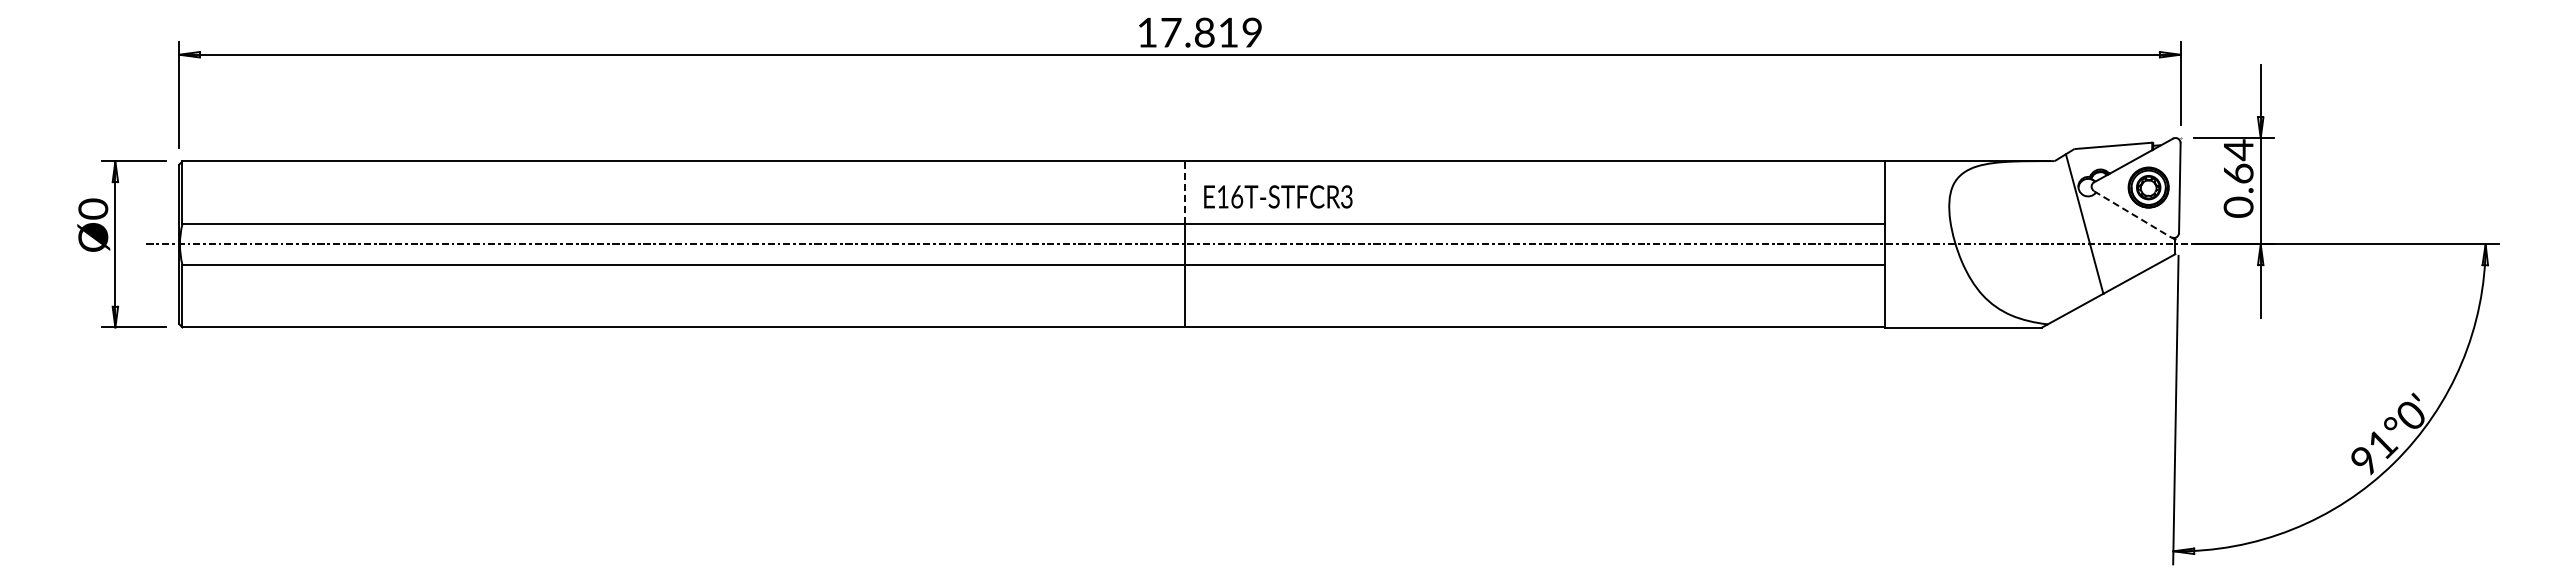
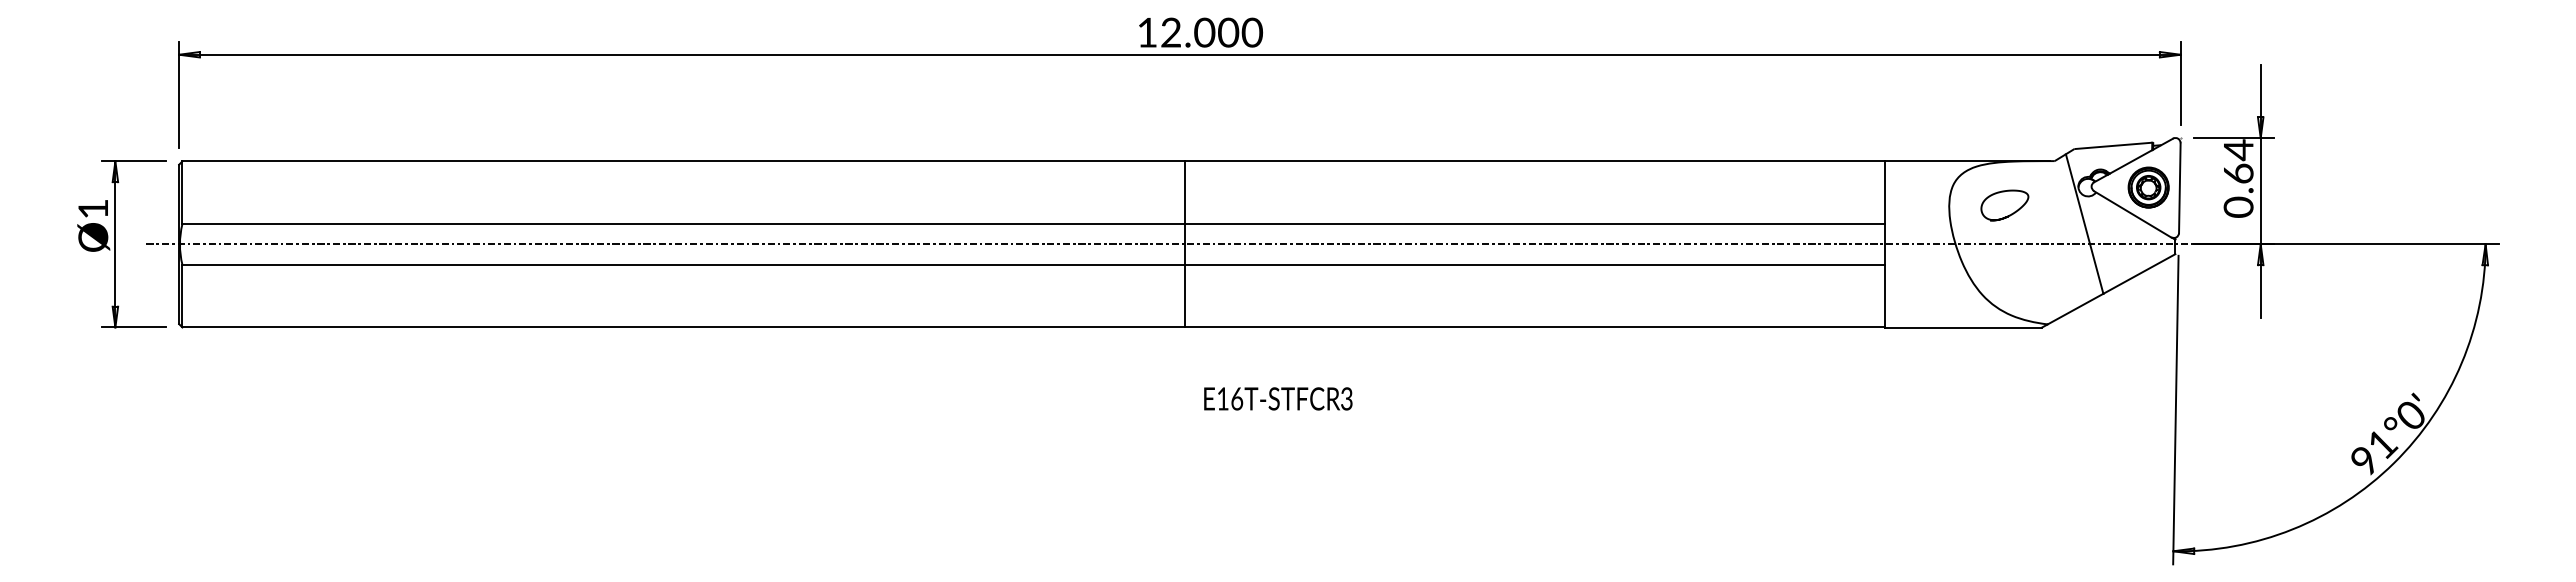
text at (1212, 32): 17.819 -> 12.000
line at (1184, 192): dashed -> solid
text at (1278, 196) position: (1278, 196) -> (1278, 398)
text at (93, 208): Ø0 -> Ø1
curve at (2009, 214): none -> present
line at (2132, 214): dashed -> solid
